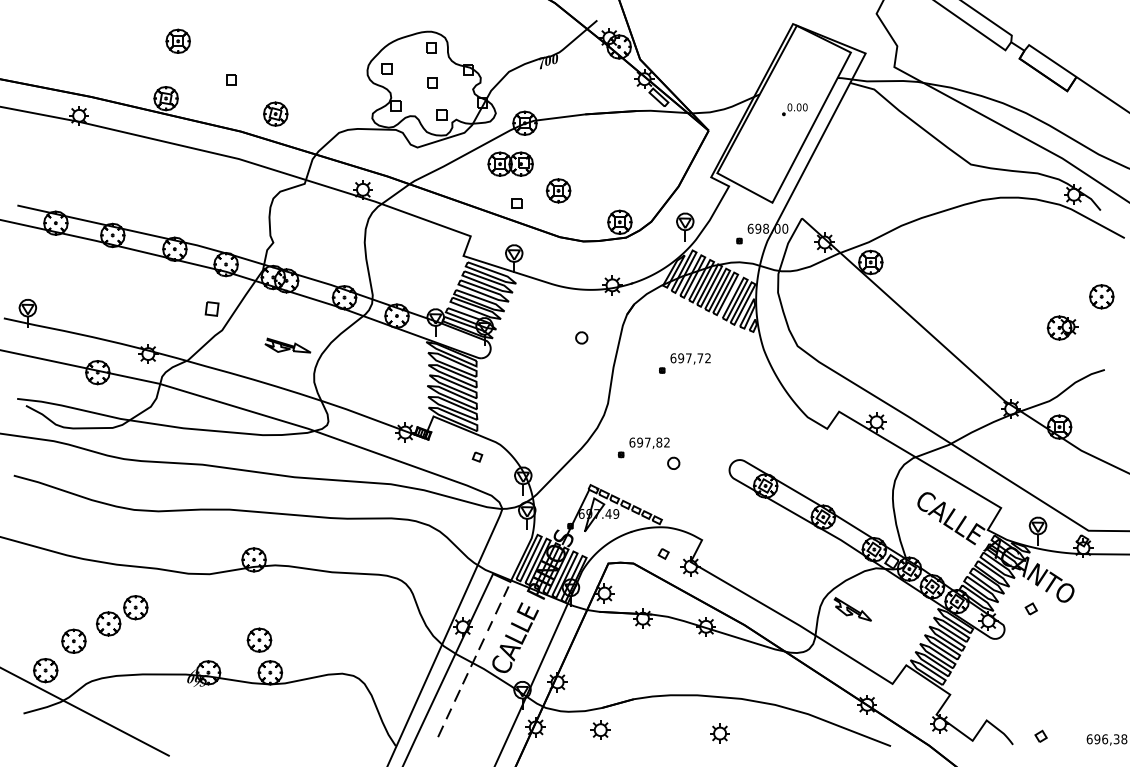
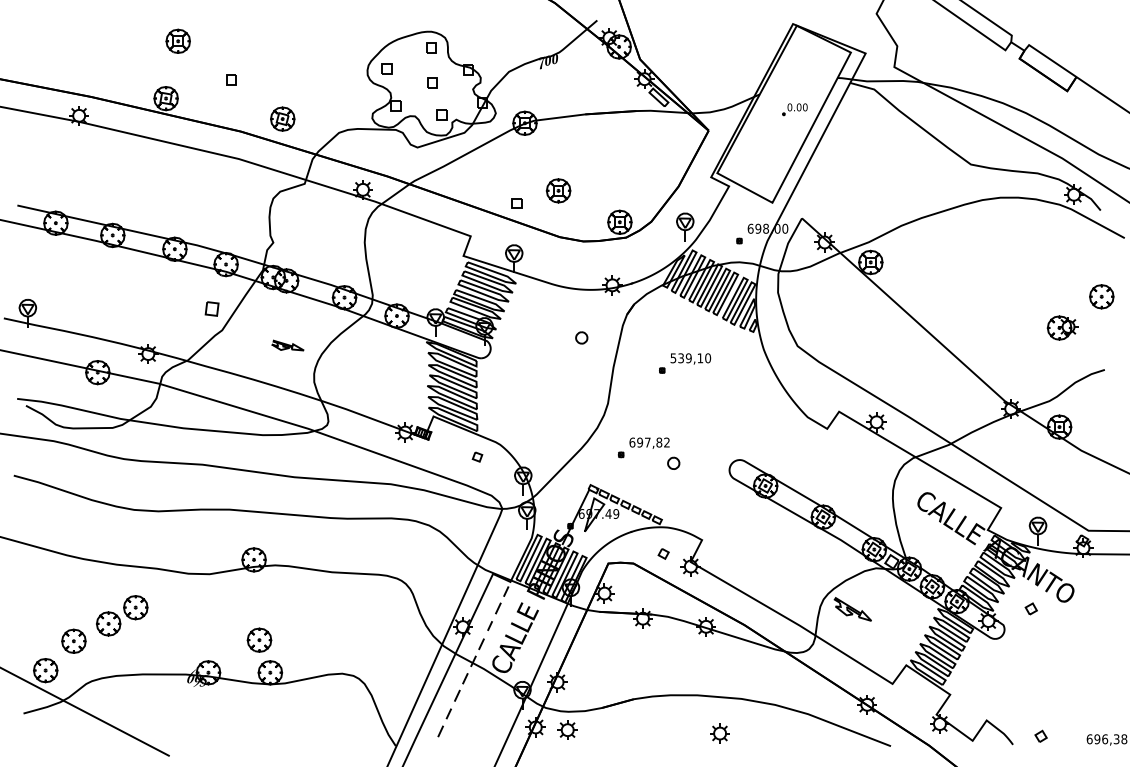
part at (275, 113) position: (275, 113) -> (282, 118)
part at (510, 163): present -> none
part at (287, 345) size: 48x17 px -> 34x13 px
text at (690, 358): 697,72 -> 539,10
part at (600, 729) position: (600, 729) -> (567, 729)
